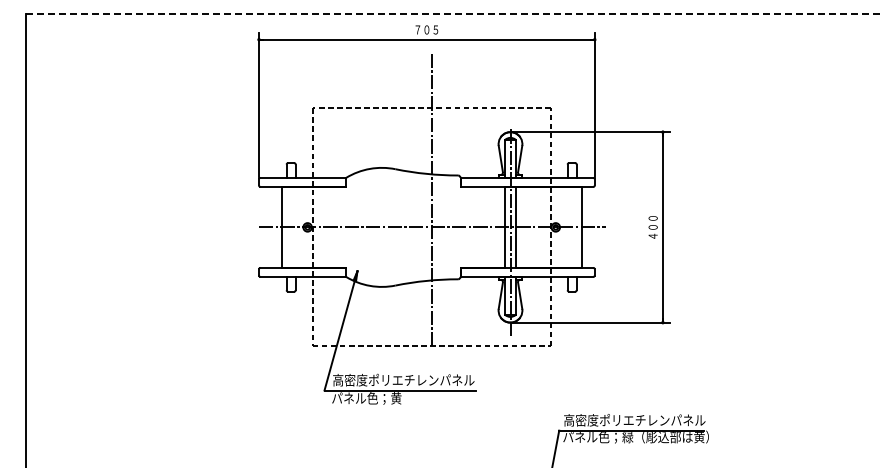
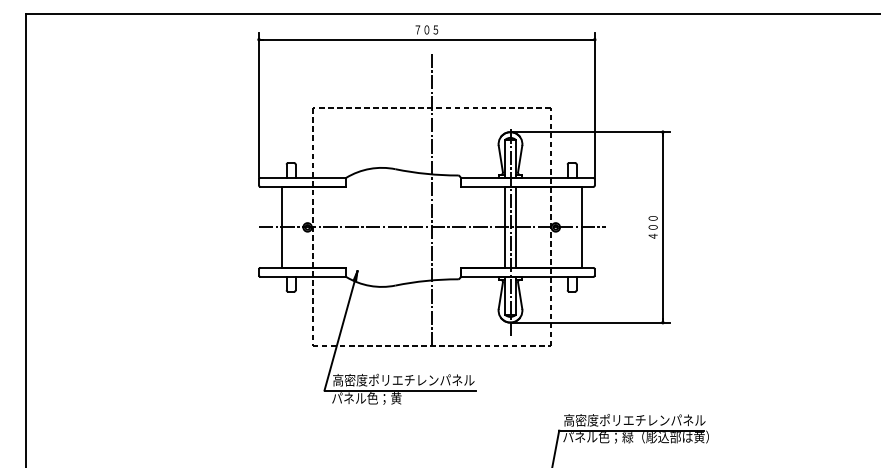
line at (453, 13): dashed -> solid
